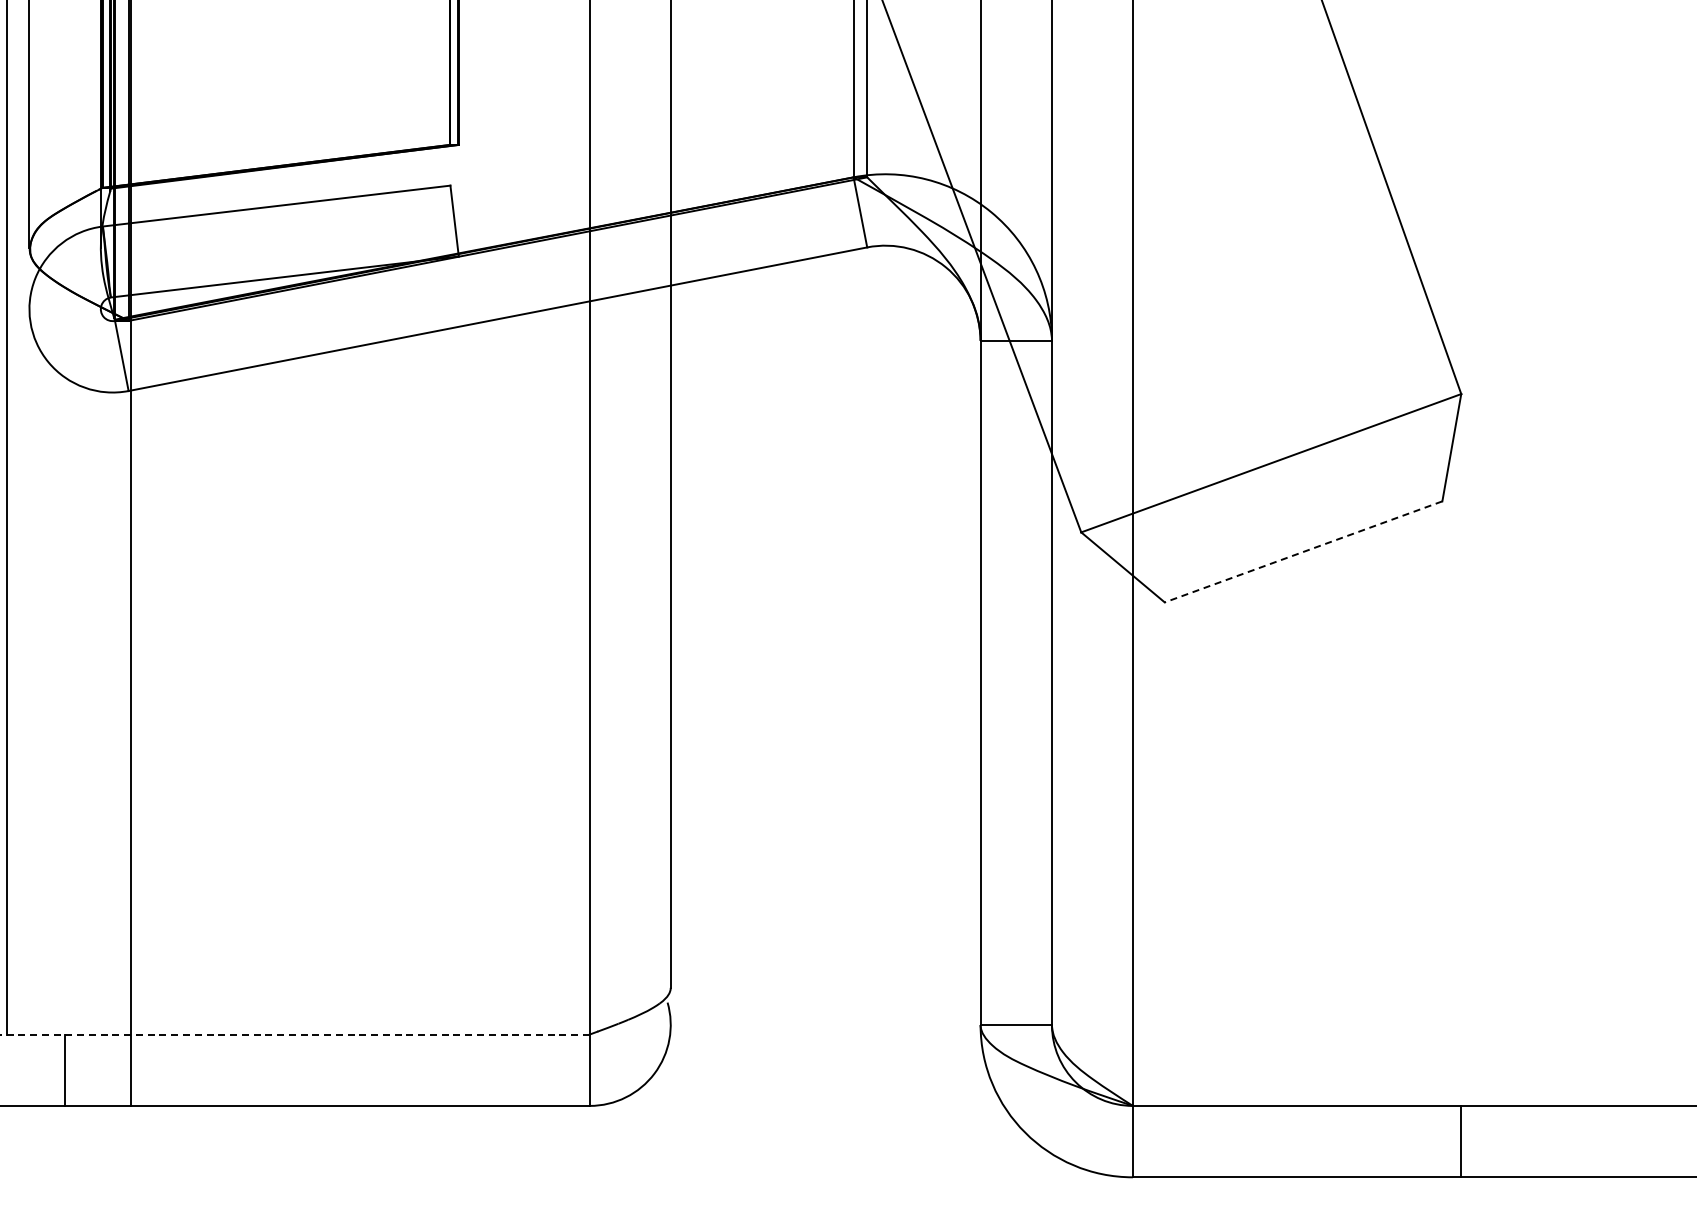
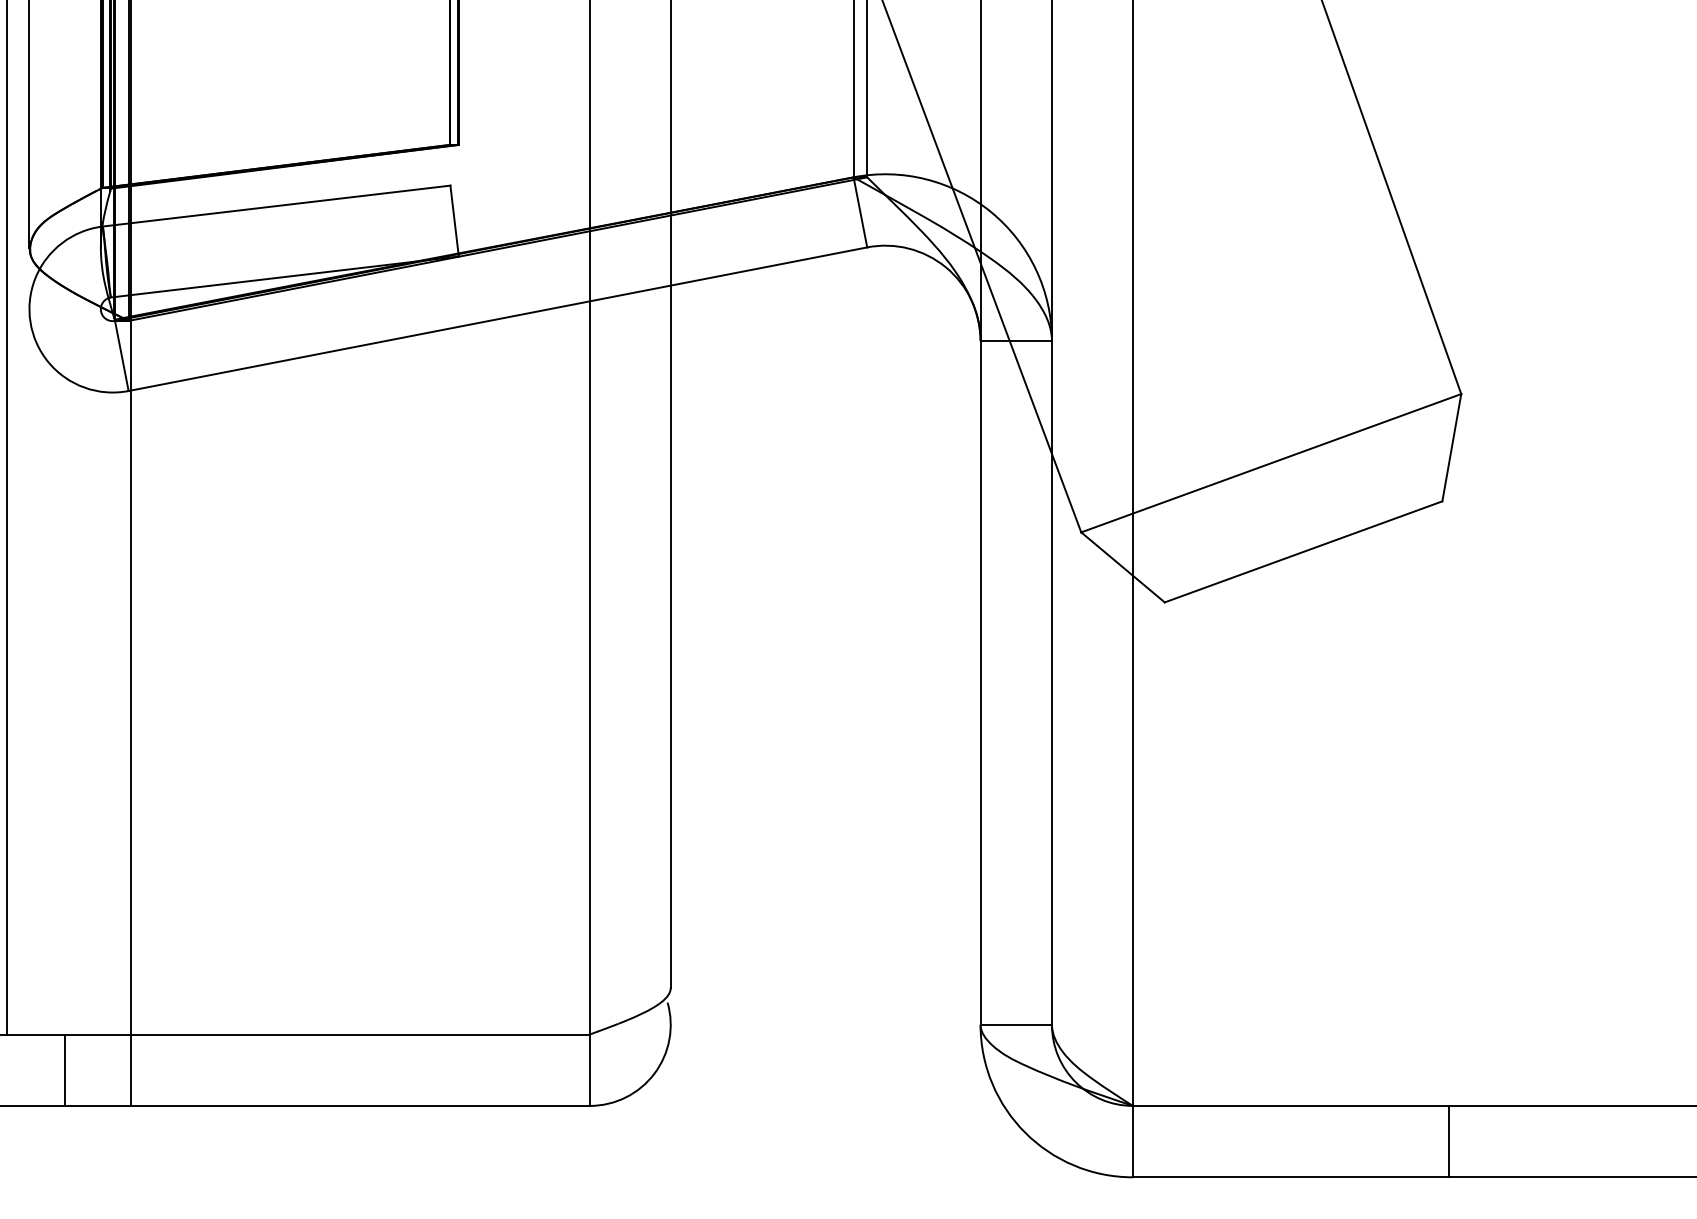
line at (1303, 551): dashed -> solid
line at (294, 1034): dashed -> solid
line at (1461, 1141) position: (1461, 1141) -> (1449, 1141)
